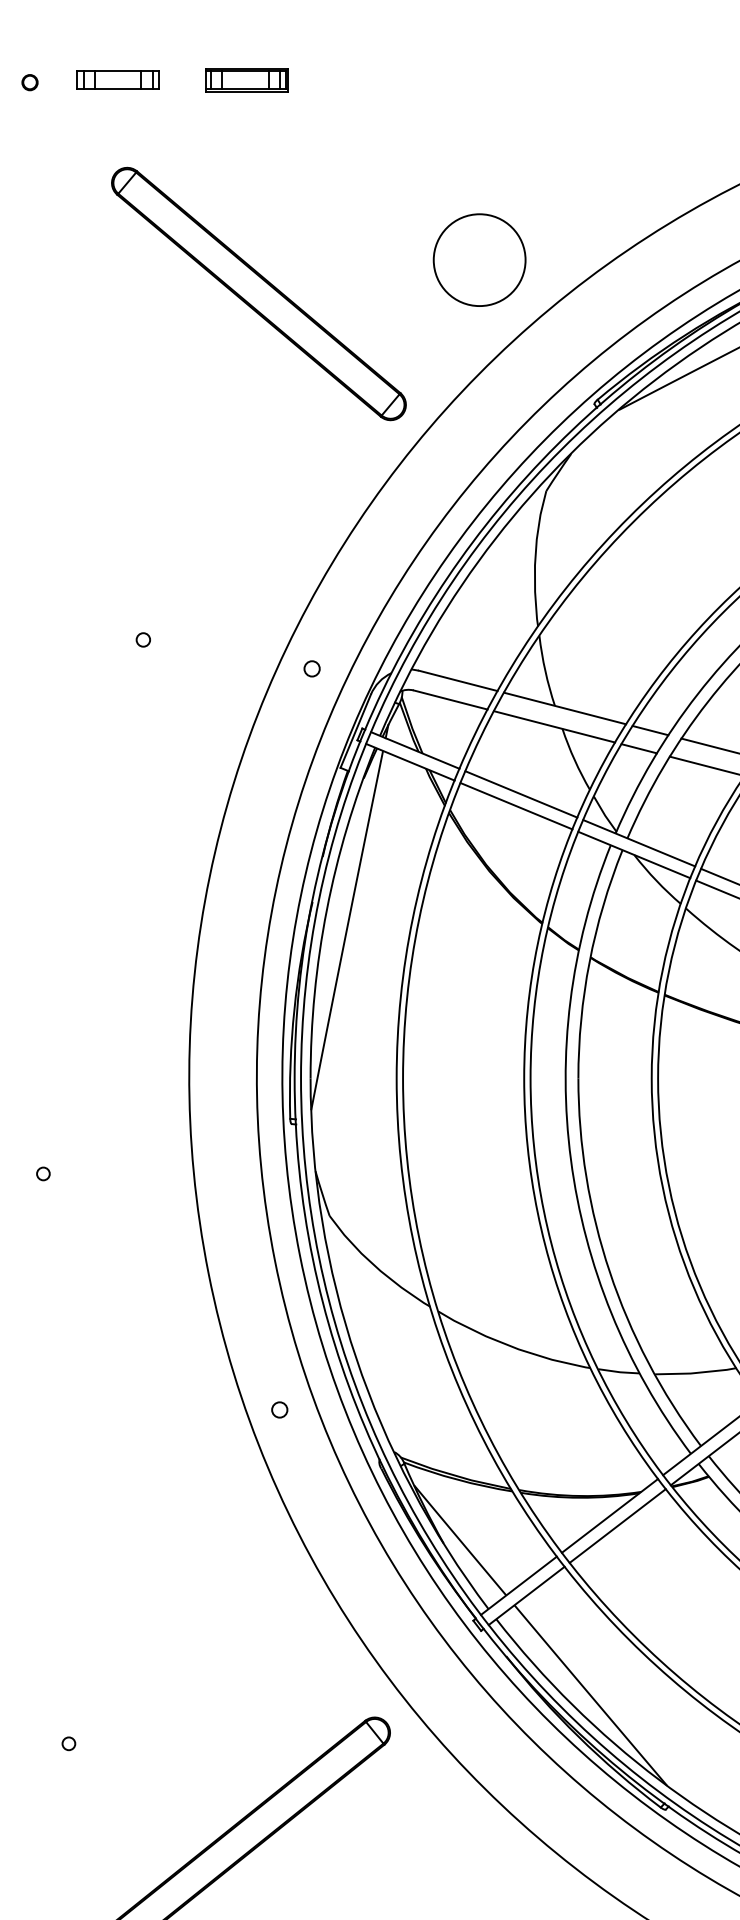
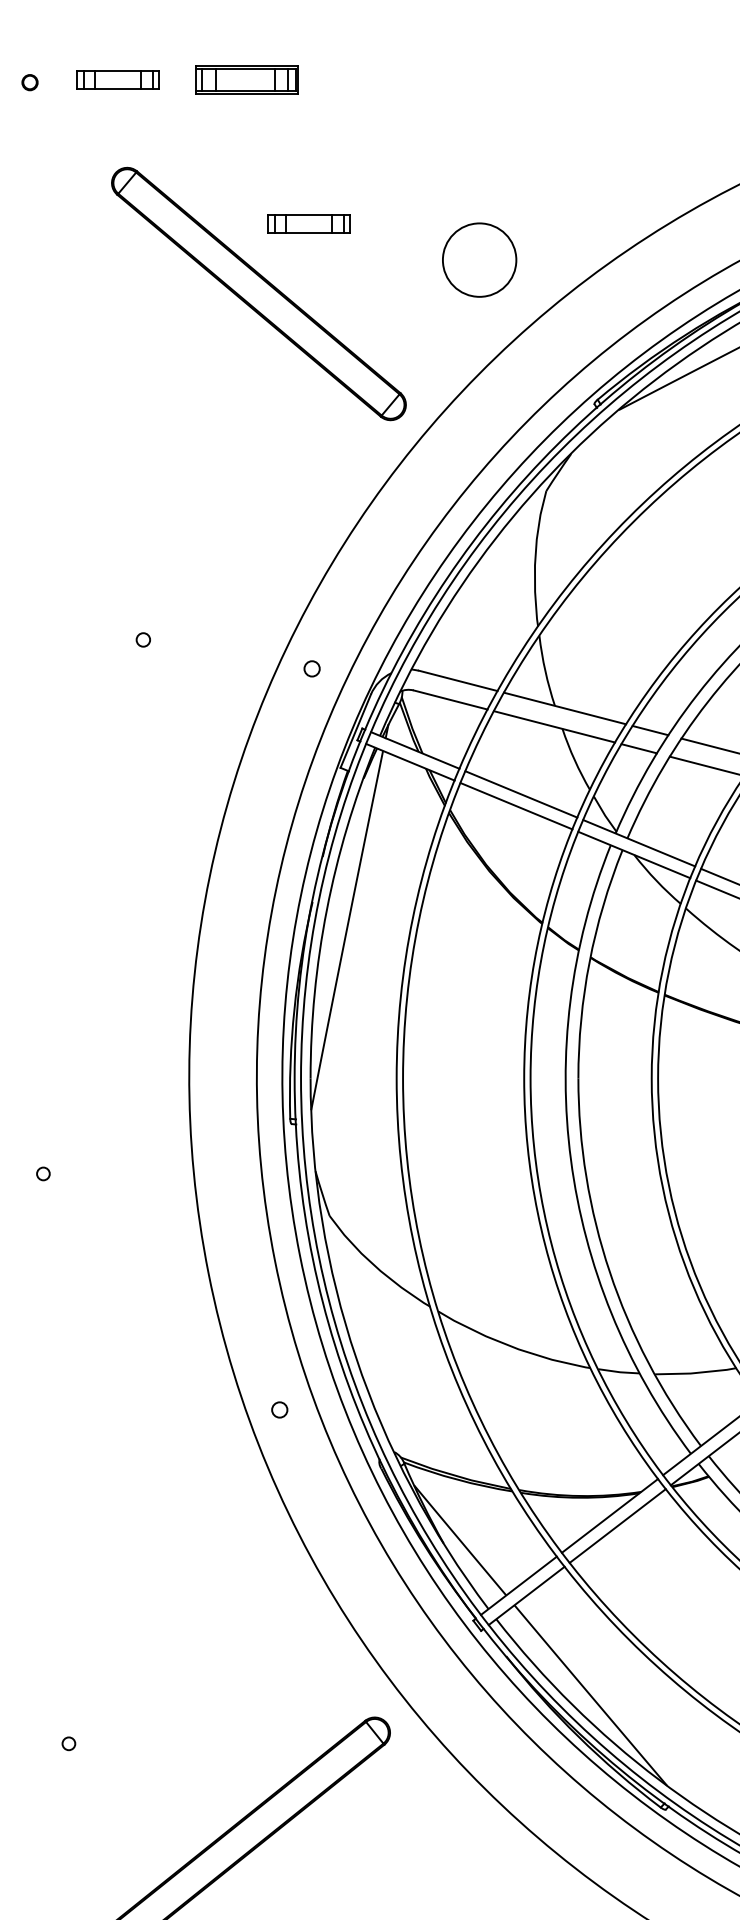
part at (246, 80) size: 84x25 px -> 104x30 px
part at (308, 223): none -> present
circle at (479, 259) size: 95x94 px -> 76x76 px
